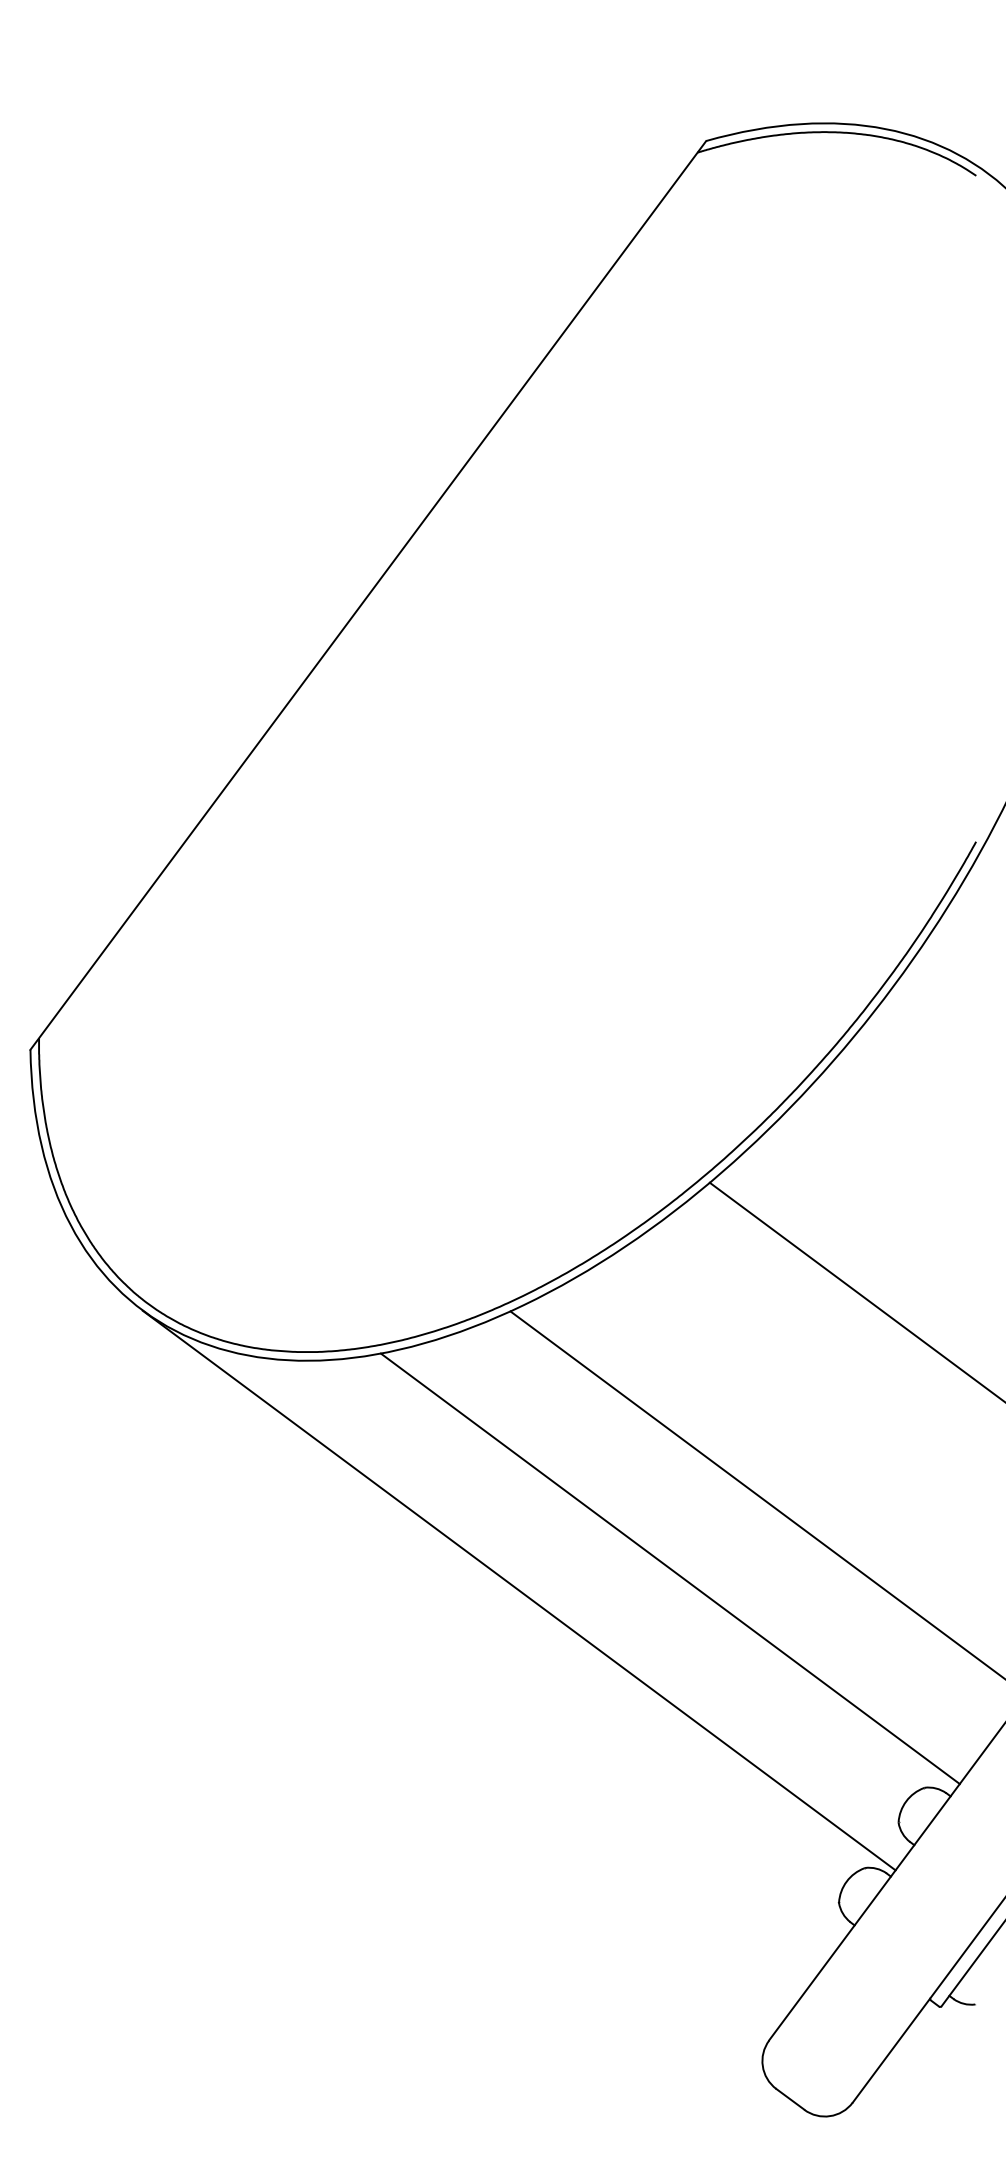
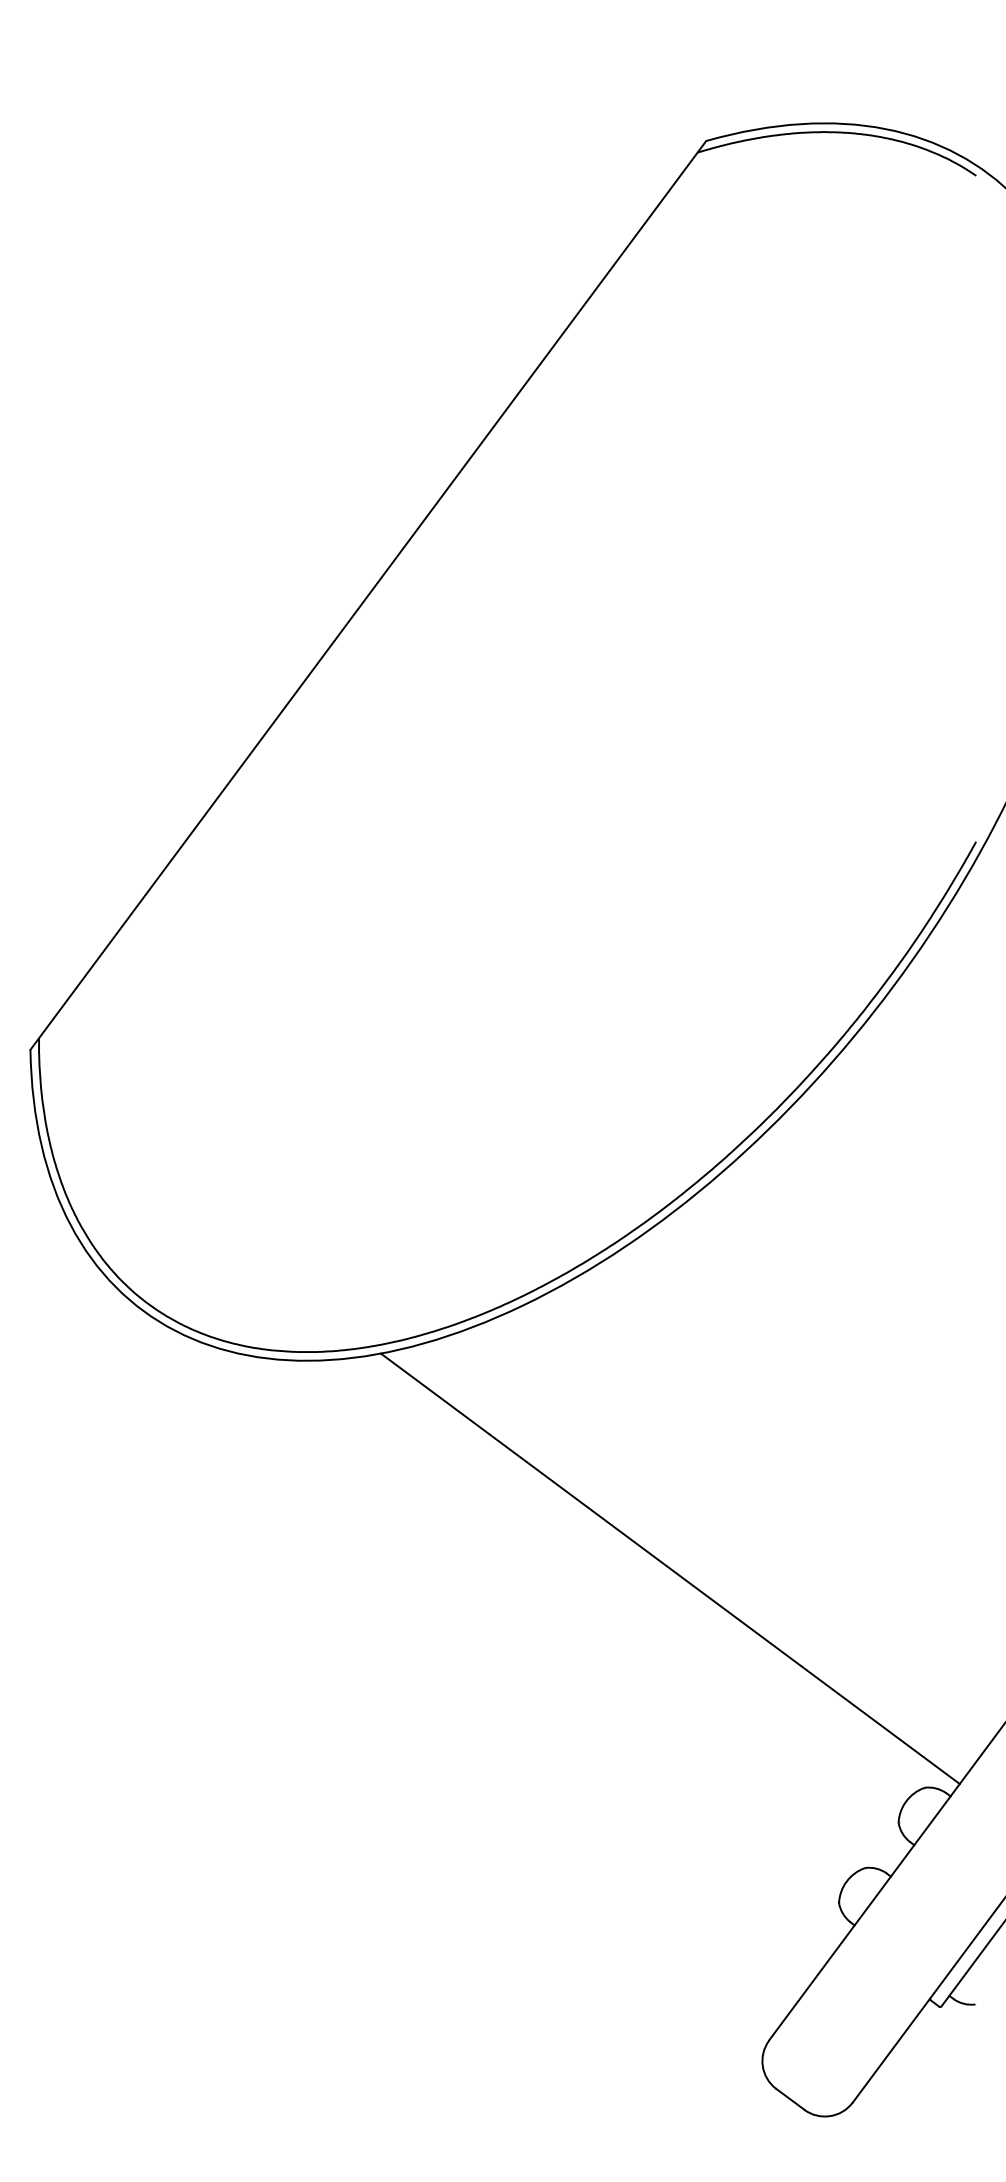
line at (855, 1291): present -> none
line at (756, 1494): present -> none
line at (518, 1590): present -> none
